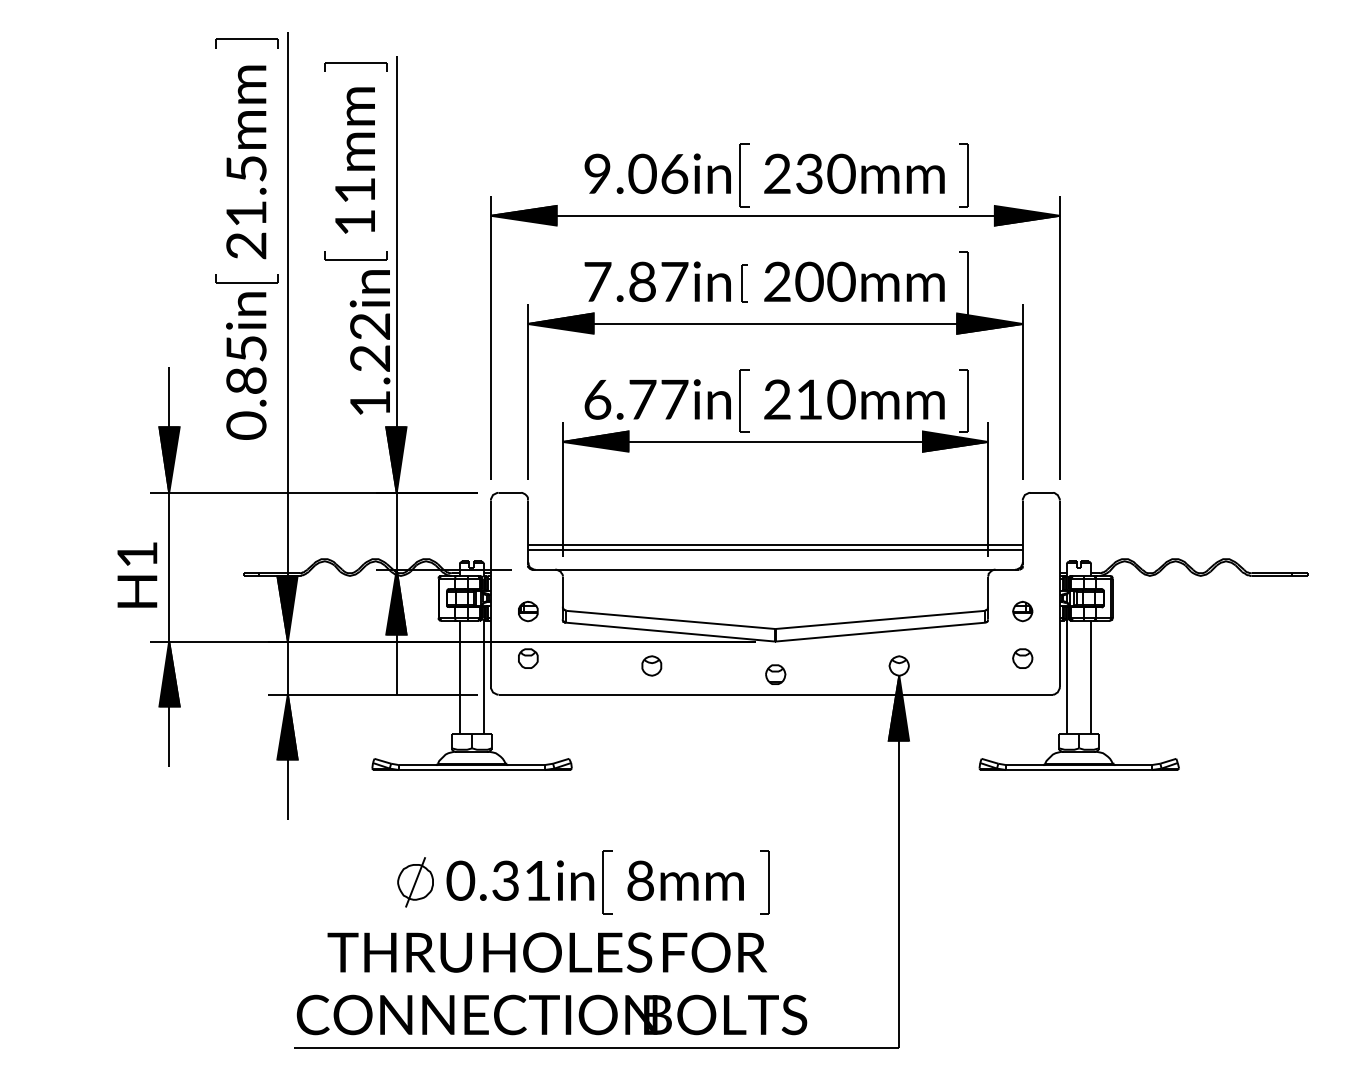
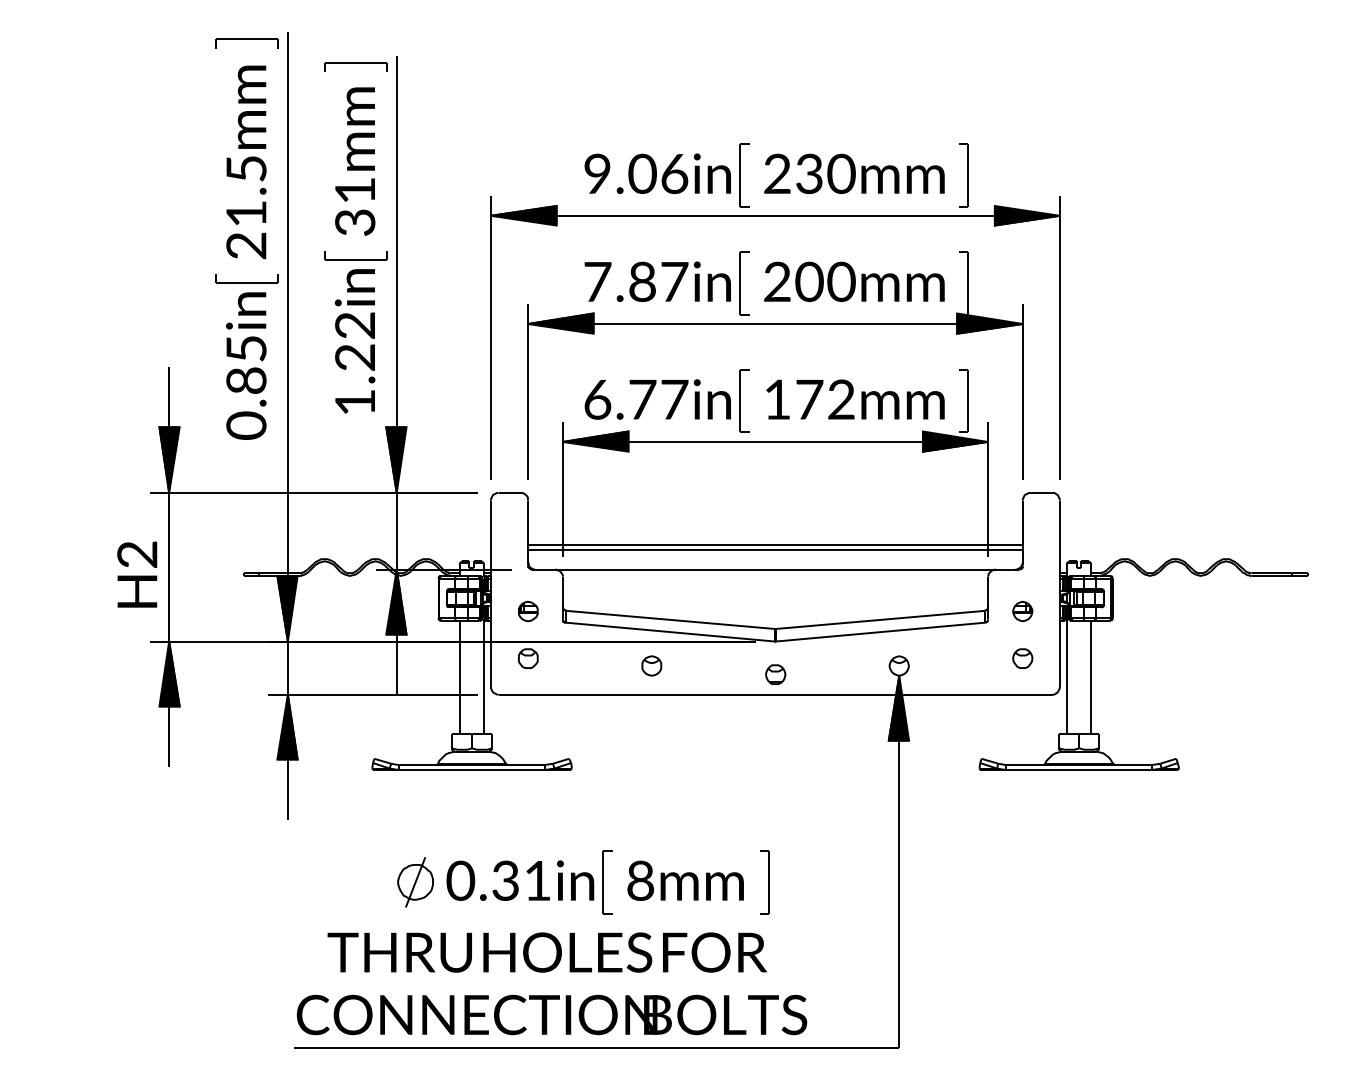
text at (355, 222): 11mm -> 31mm
part at (744, 283) size: 7x39 px -> 11x65 px
text at (369, 342) position: (369, 342) -> (354, 341)
text at (809, 399): 210mm -> 172mm
text at (137, 554): H1 -> H2
